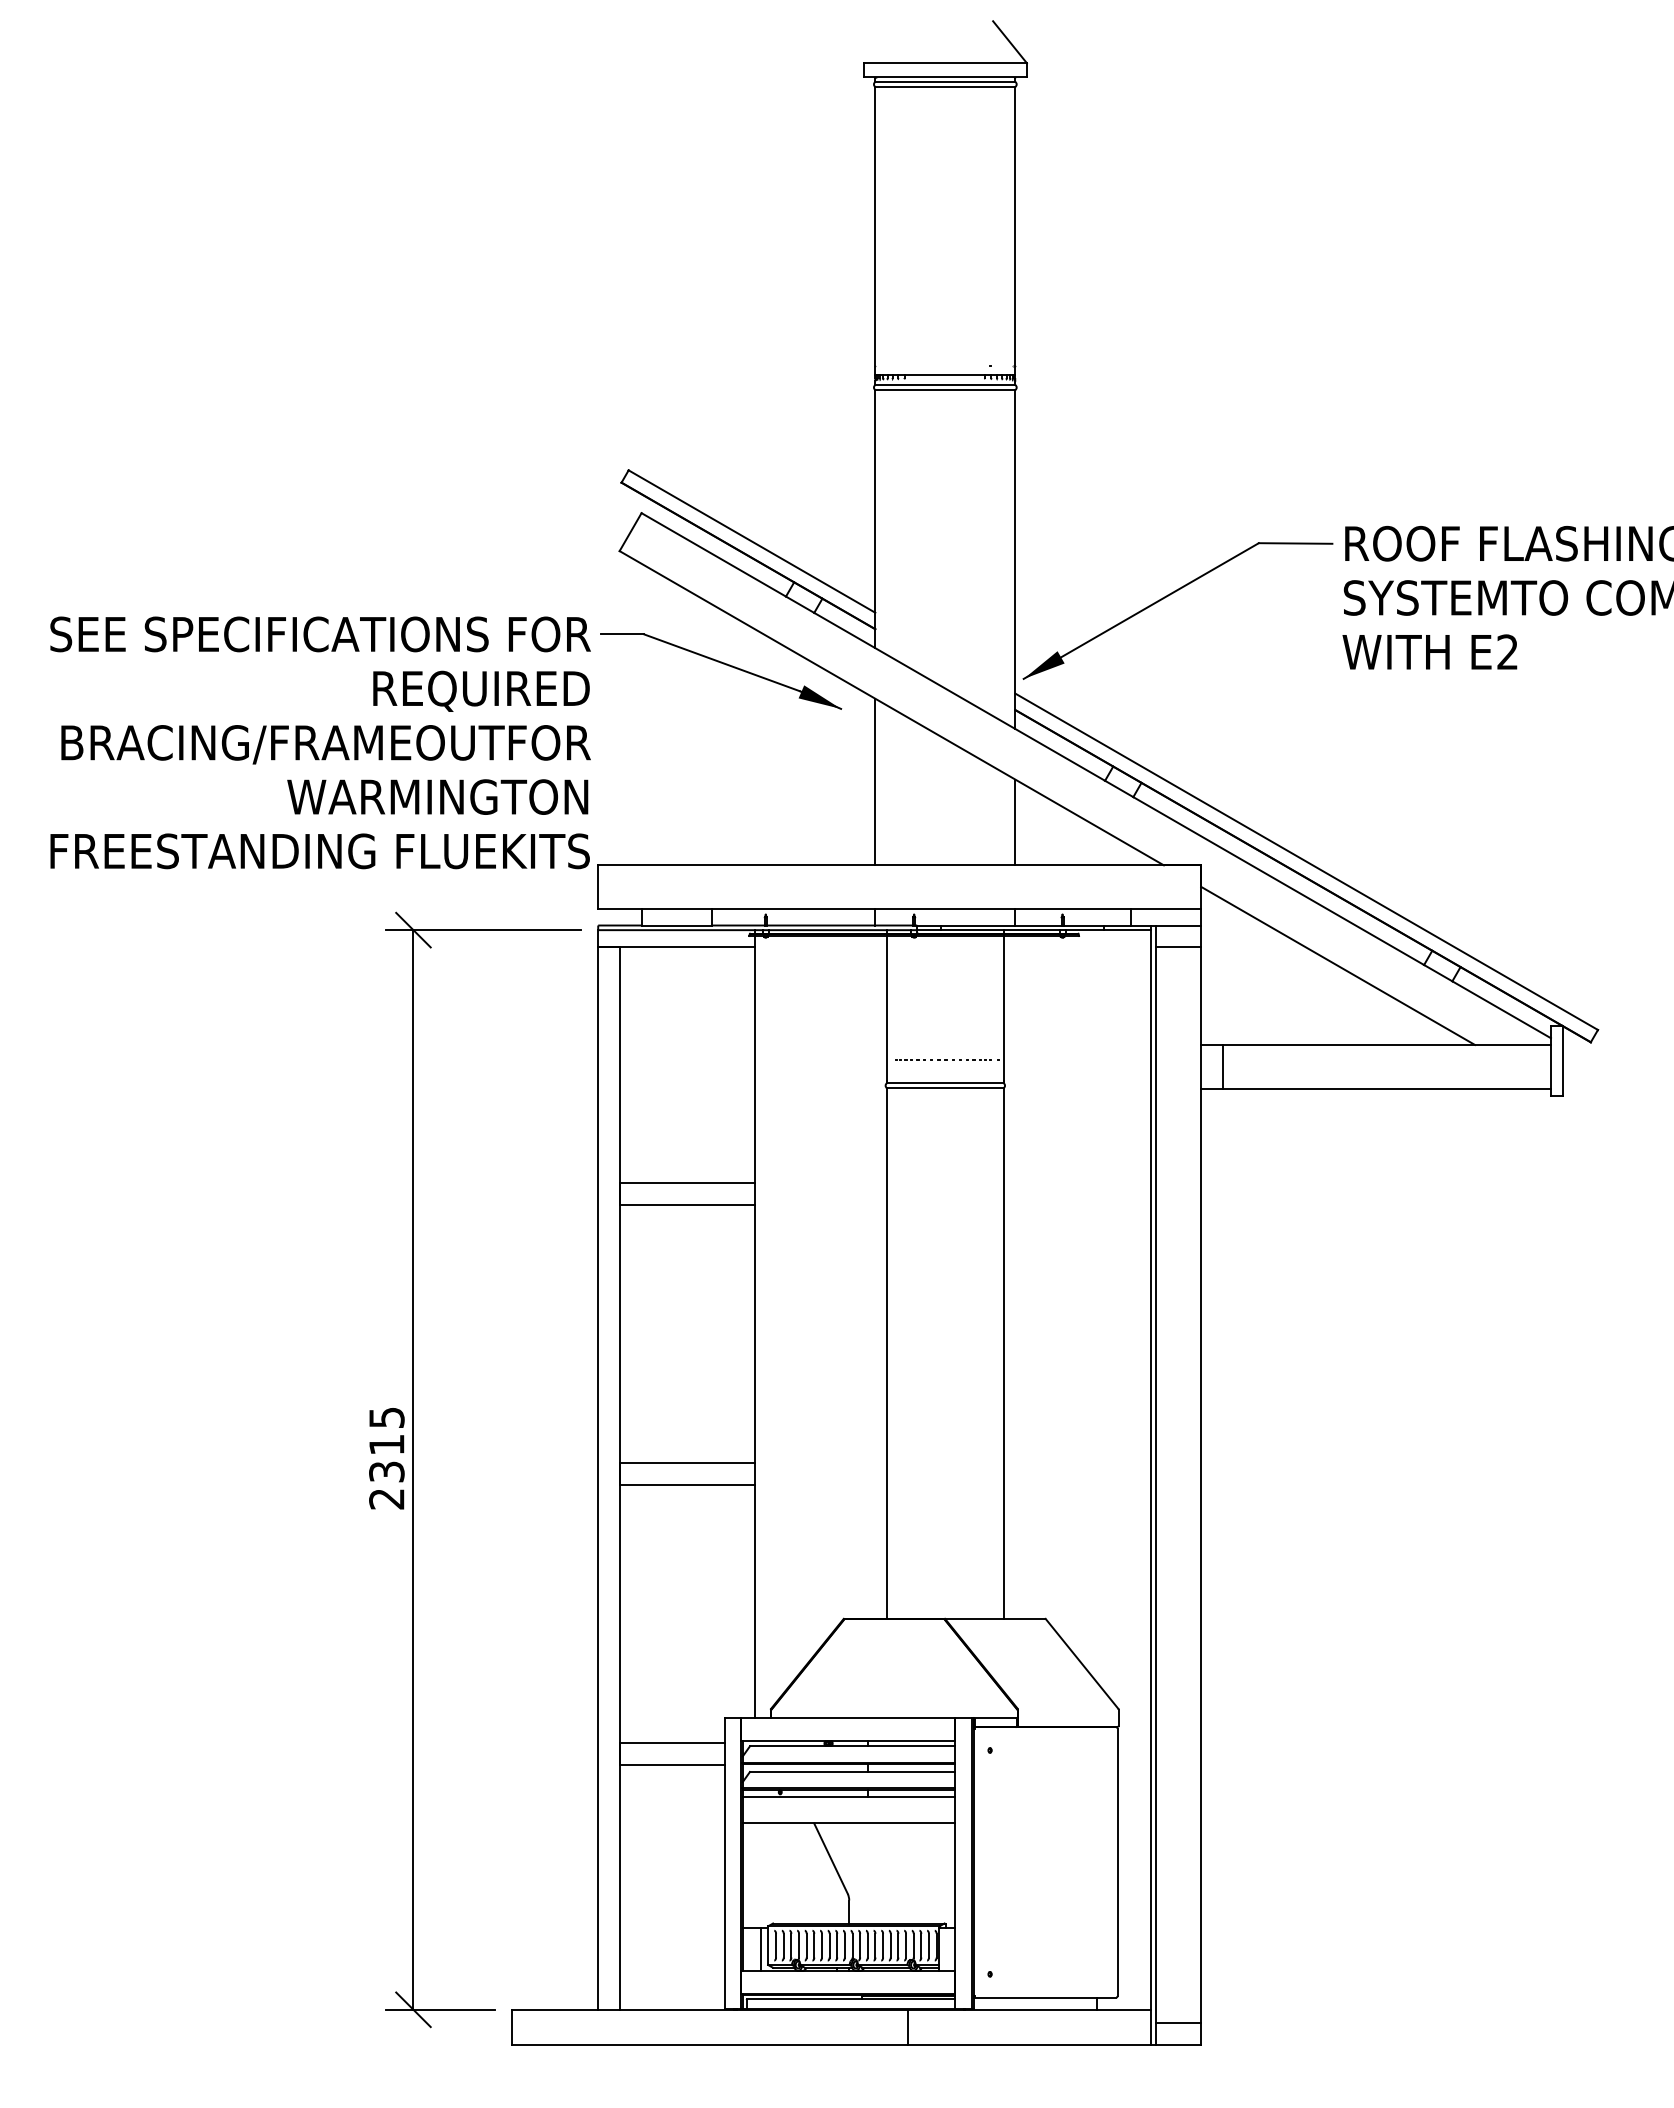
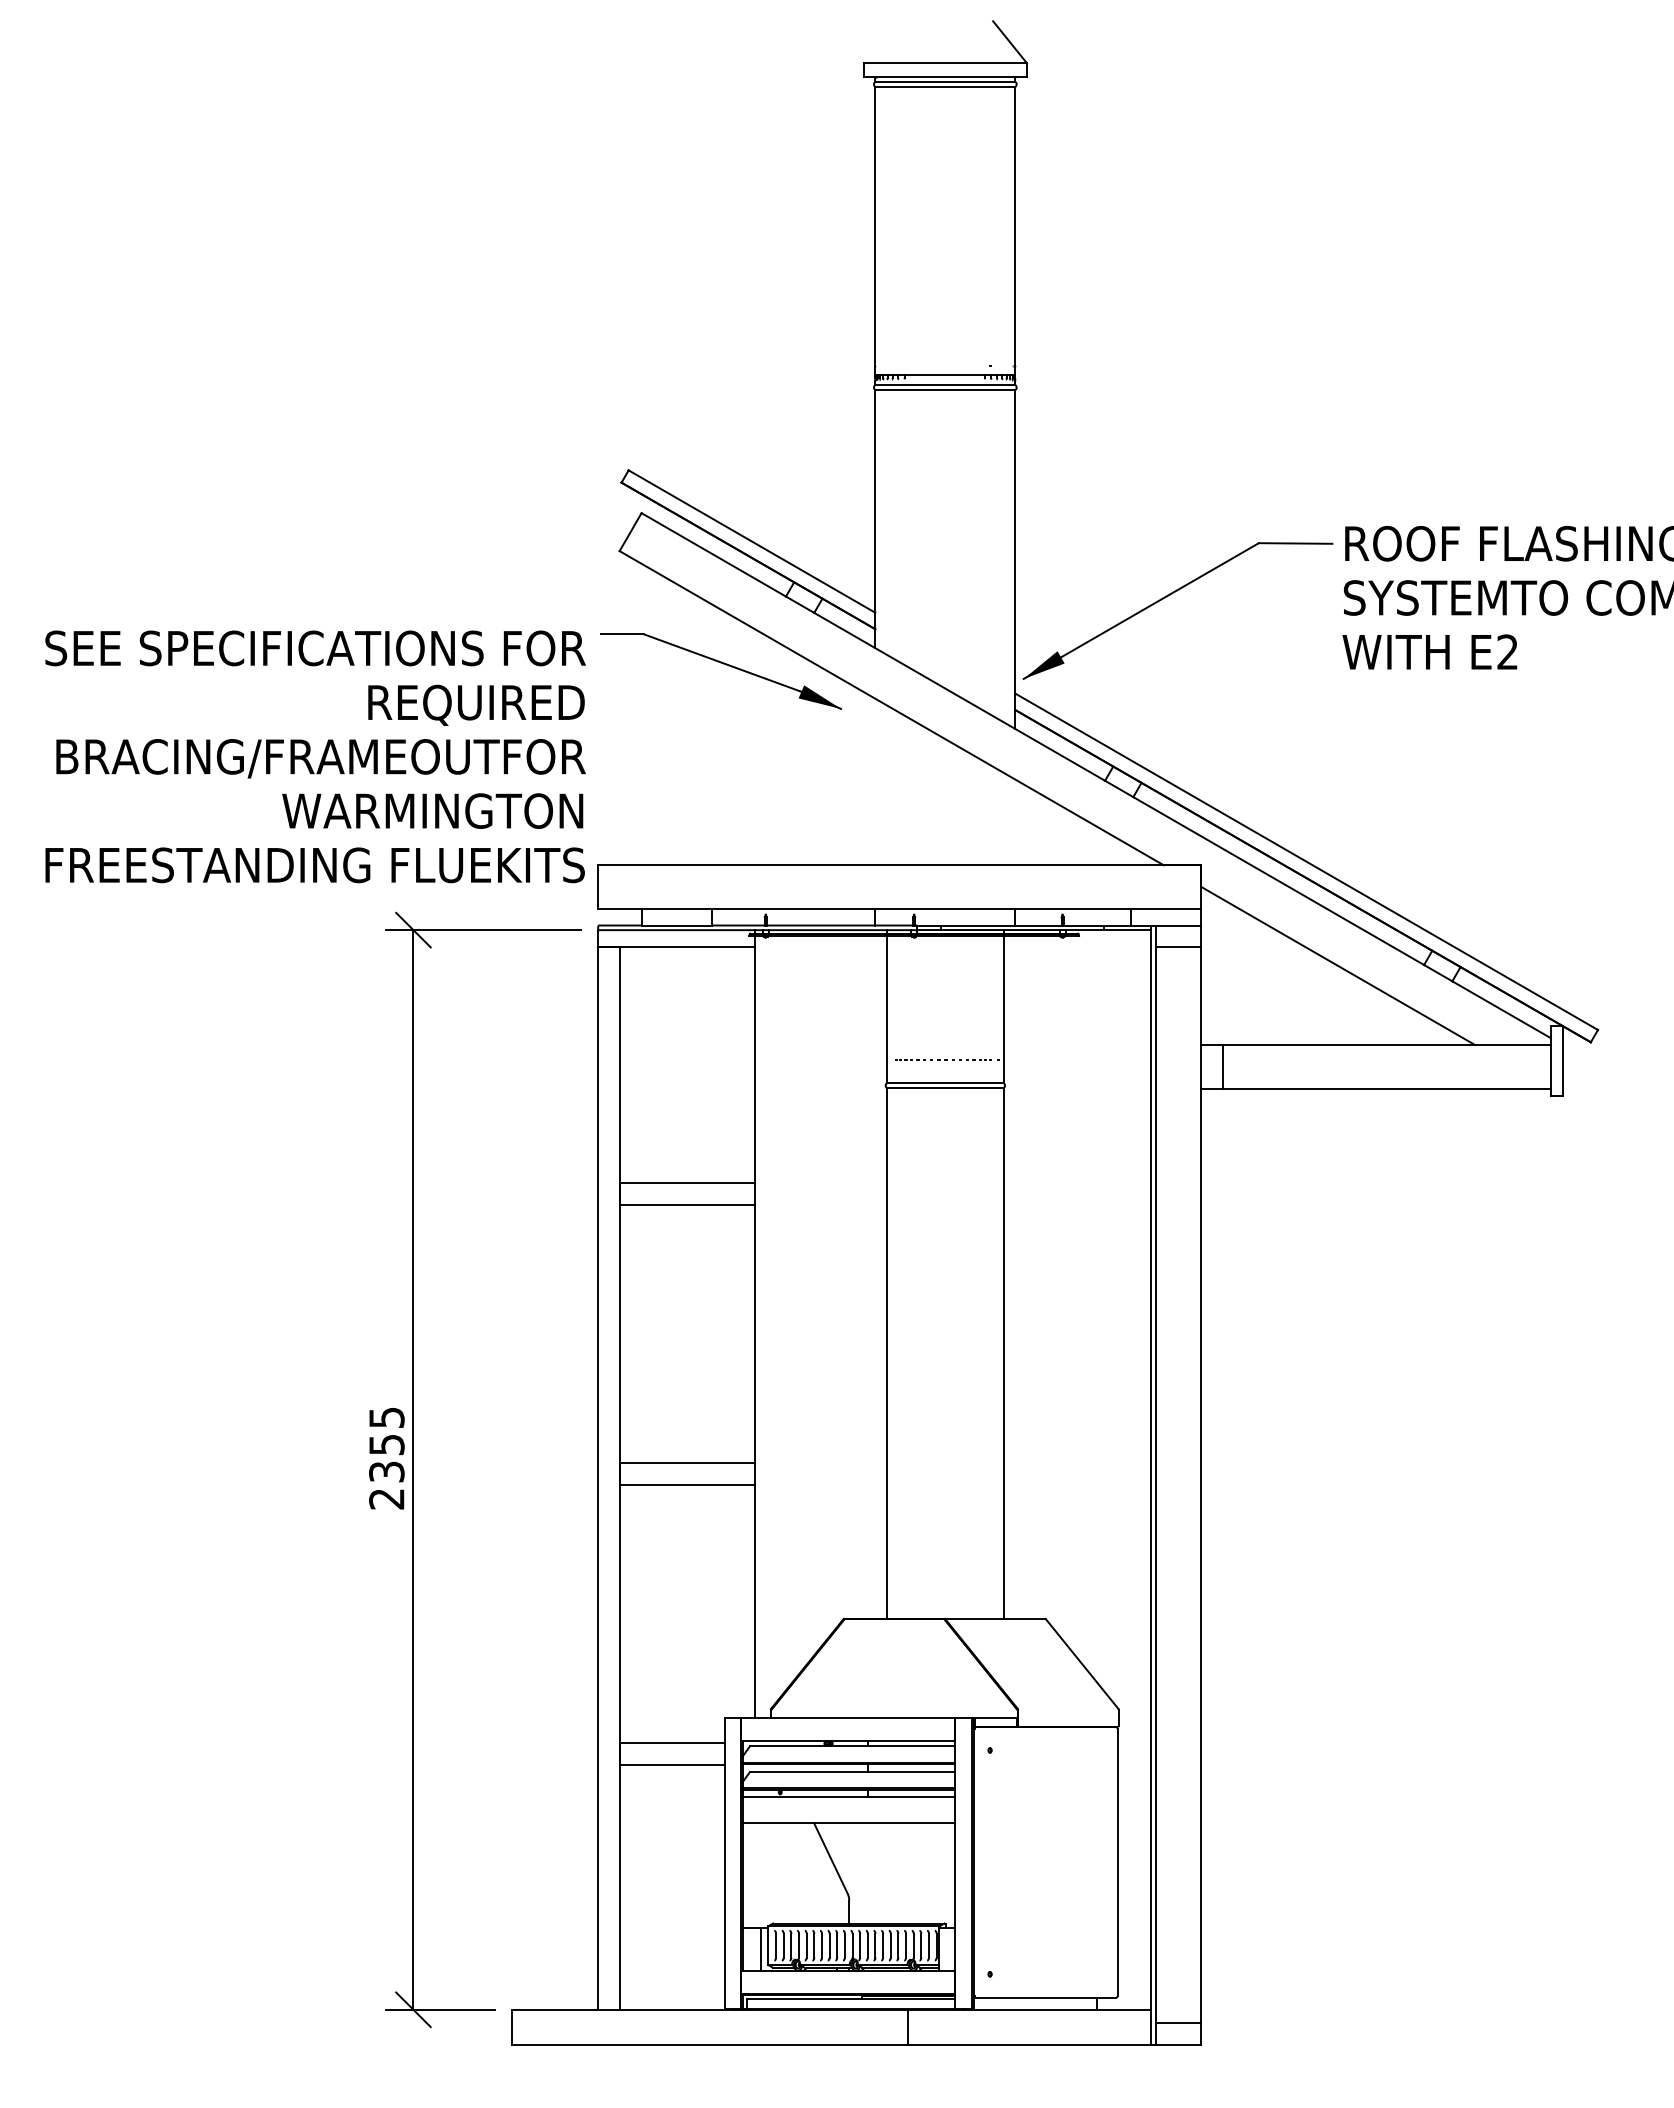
text at (320, 742) position: (320, 742) -> (315, 756)
line at (875, 781): present -> none
line at (1015, 822): present -> none
text at (386, 1445): 2315 -> 2355
